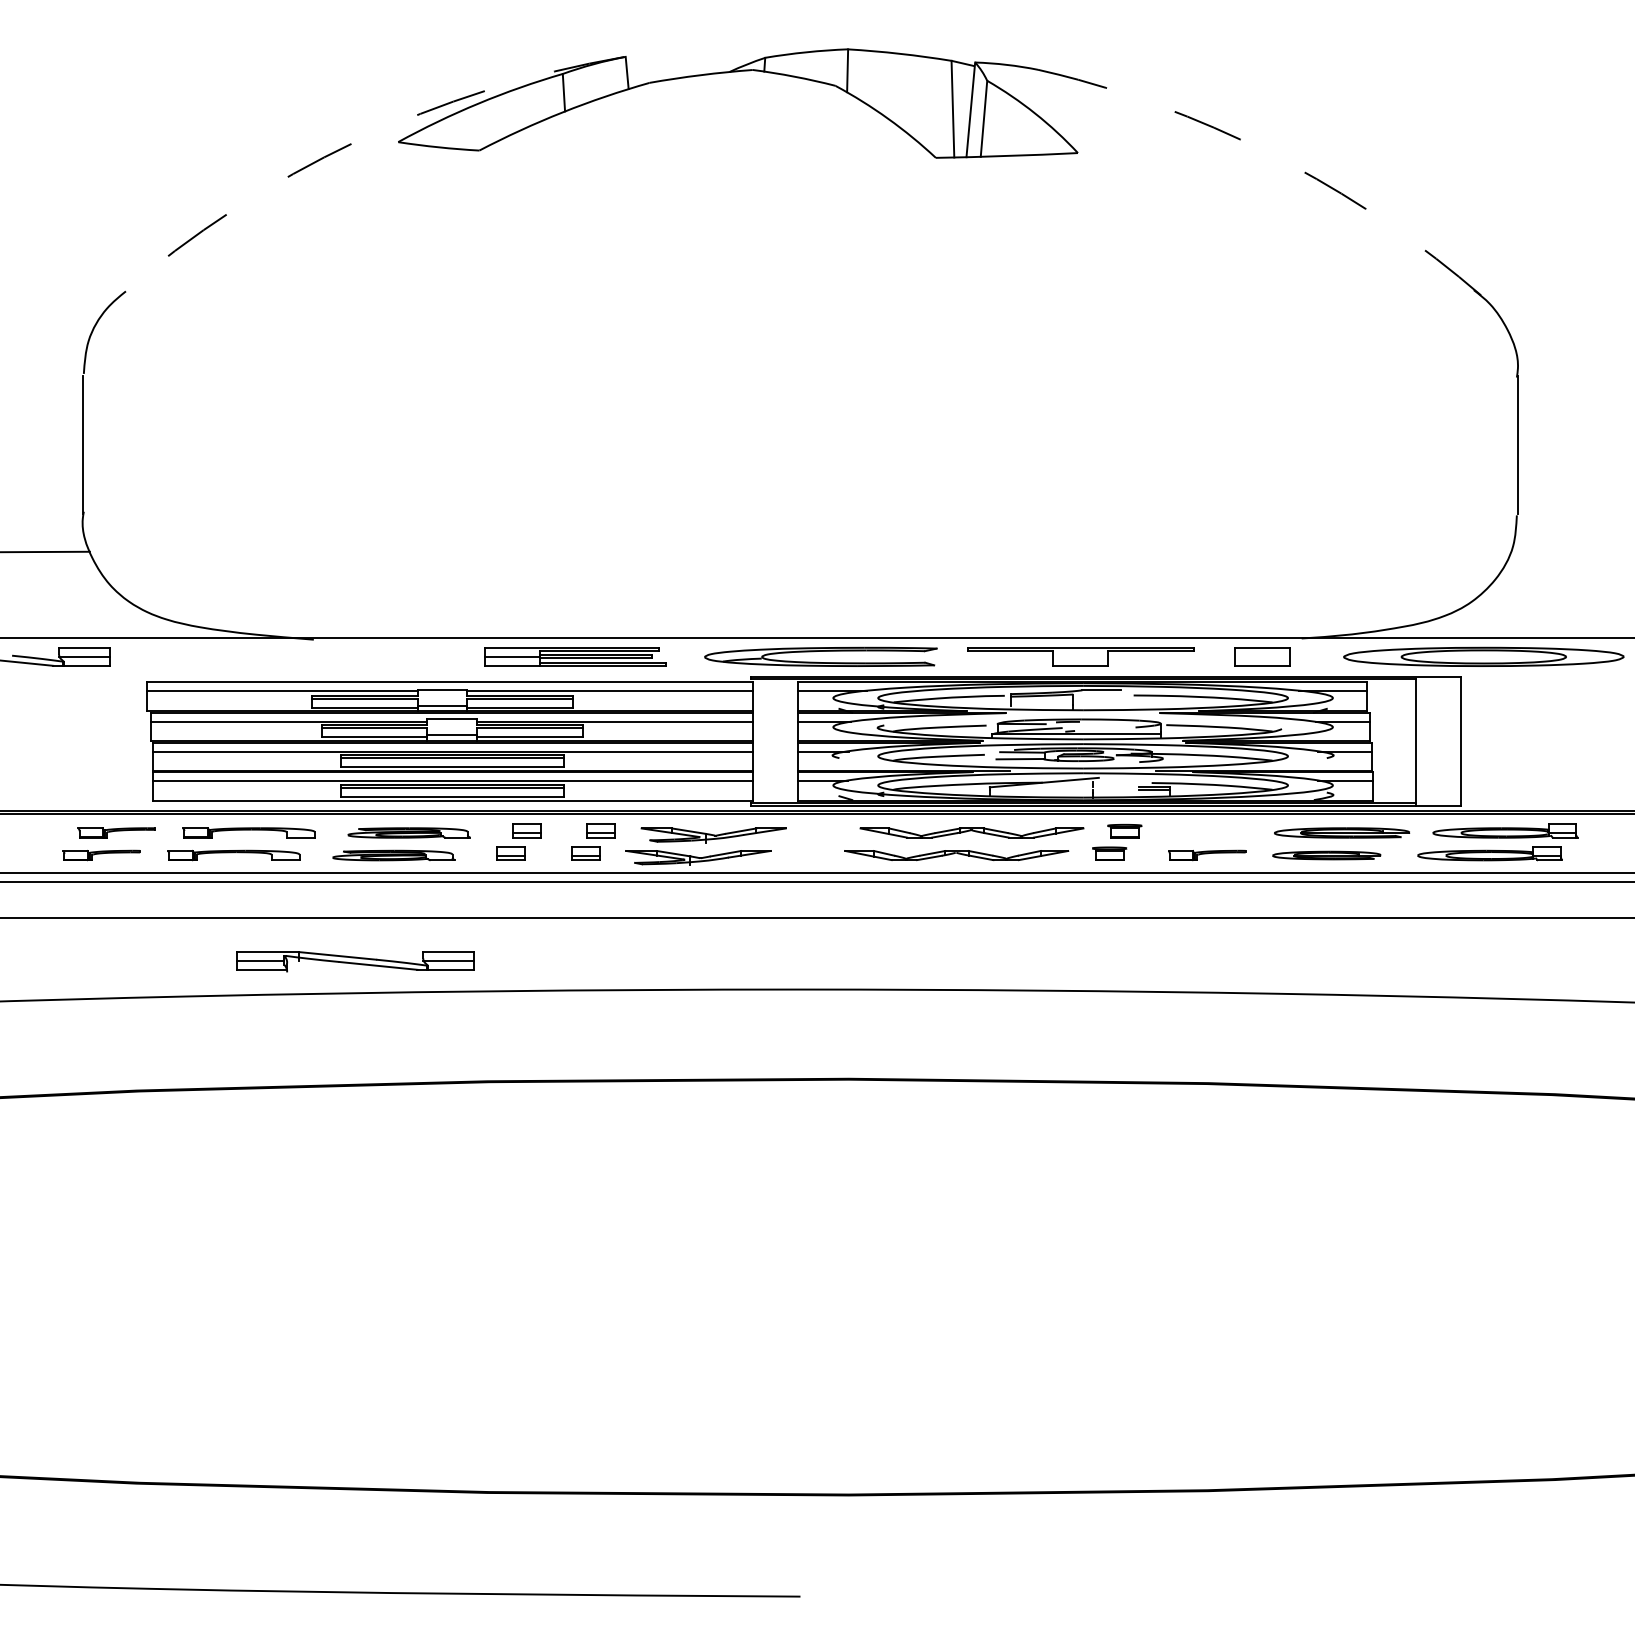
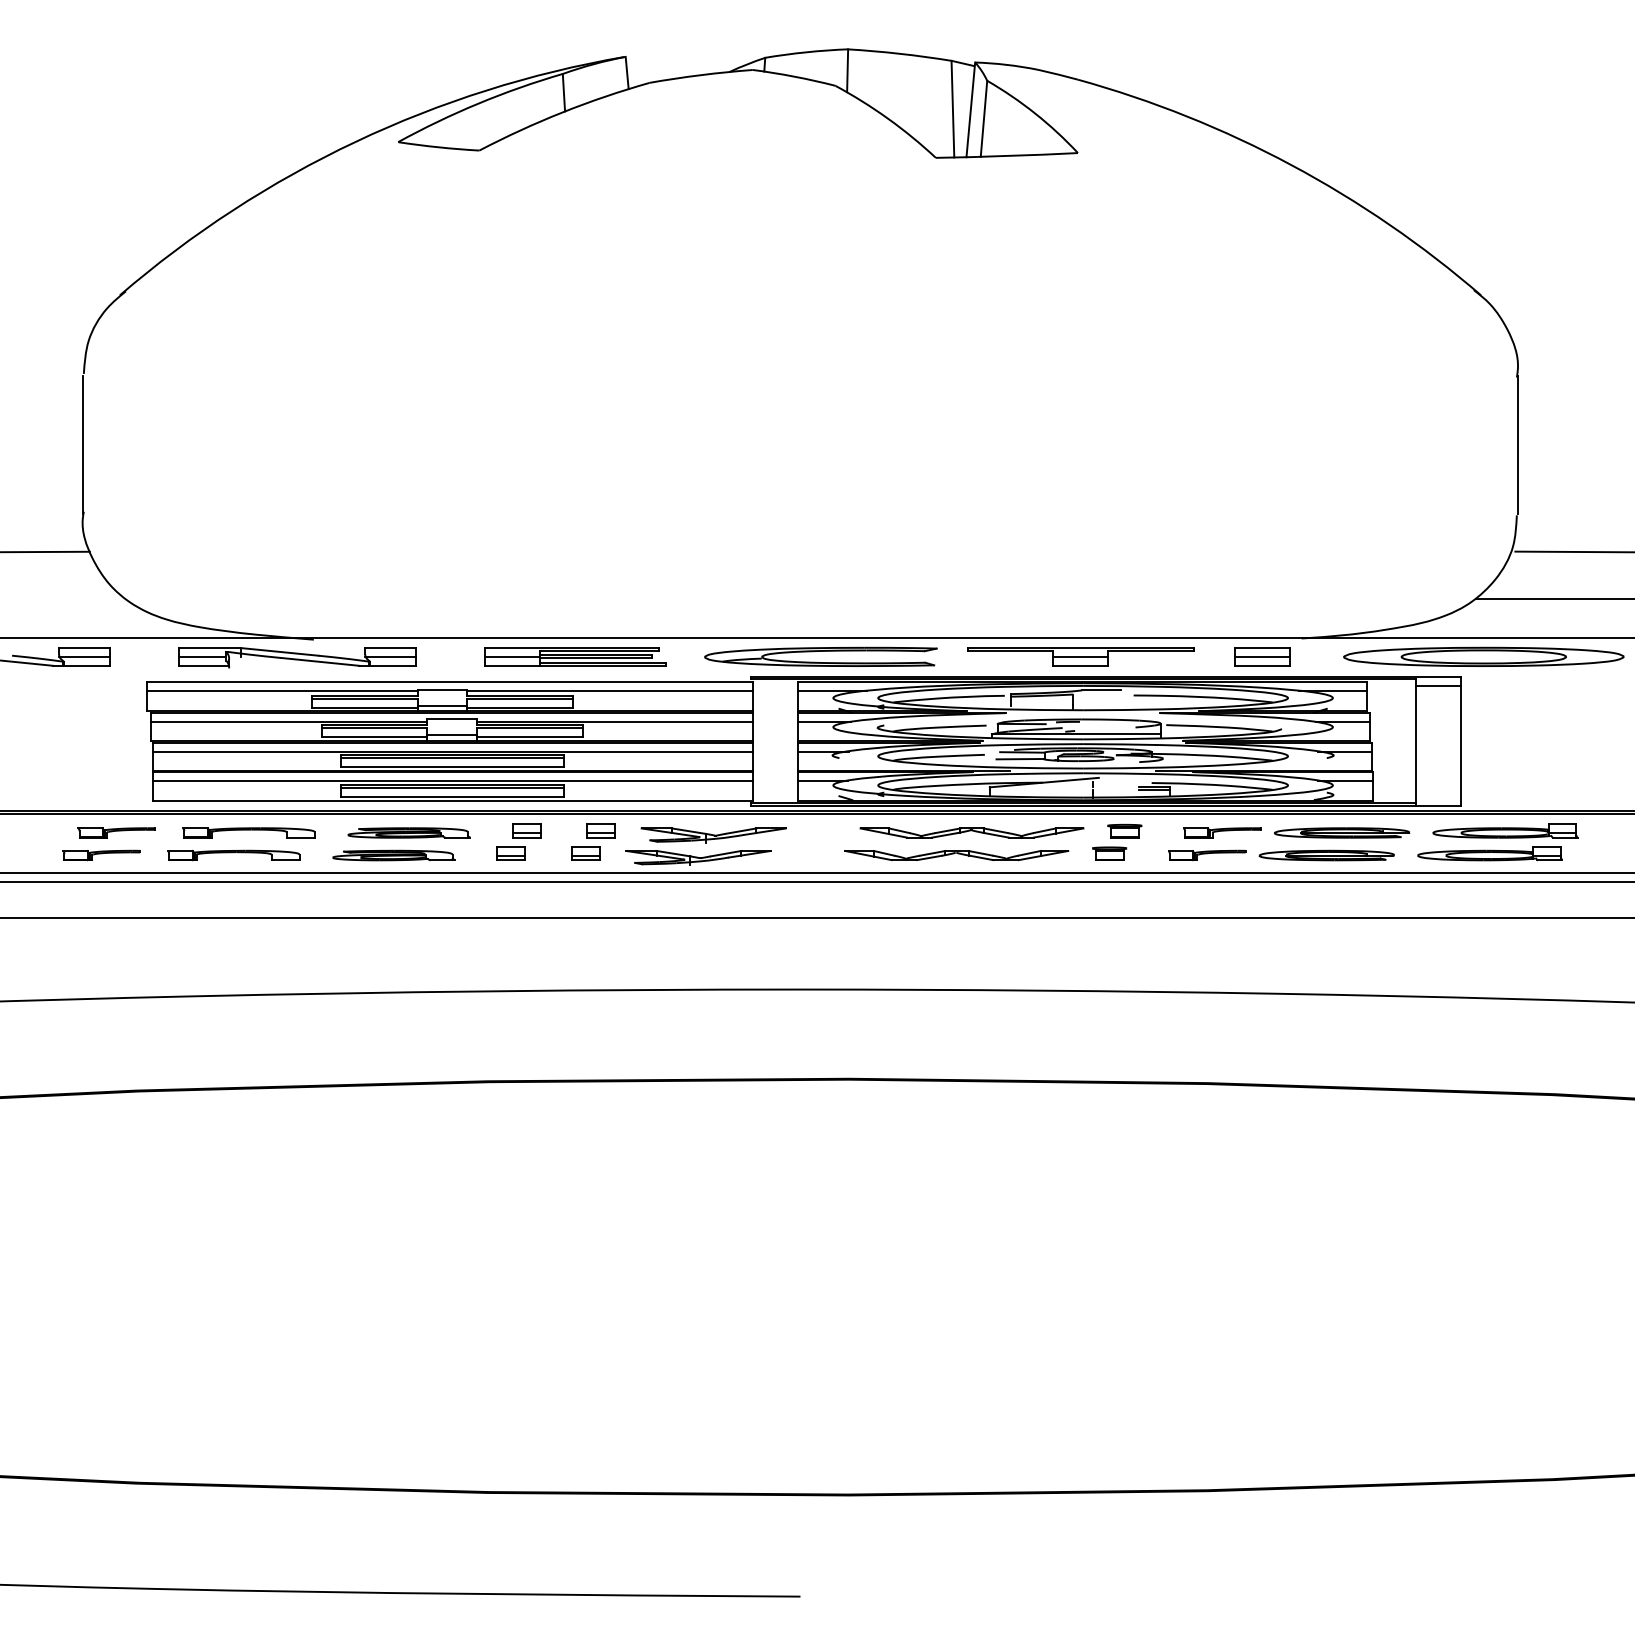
arc at (355, 141): dashed -> solid
arc at (1291, 165): dashed -> solid
line at (1573, 551): none -> present
line at (1553, 599): none -> present
line at (1080, 657): none -> present
line at (1262, 657): none -> present
line at (1437, 685): none -> present
part at (1222, 832): none -> present
part at (1326, 855) size: 110x11 px -> 137x13 px
part at (355, 961) position: (355, 961) -> (297, 657)
